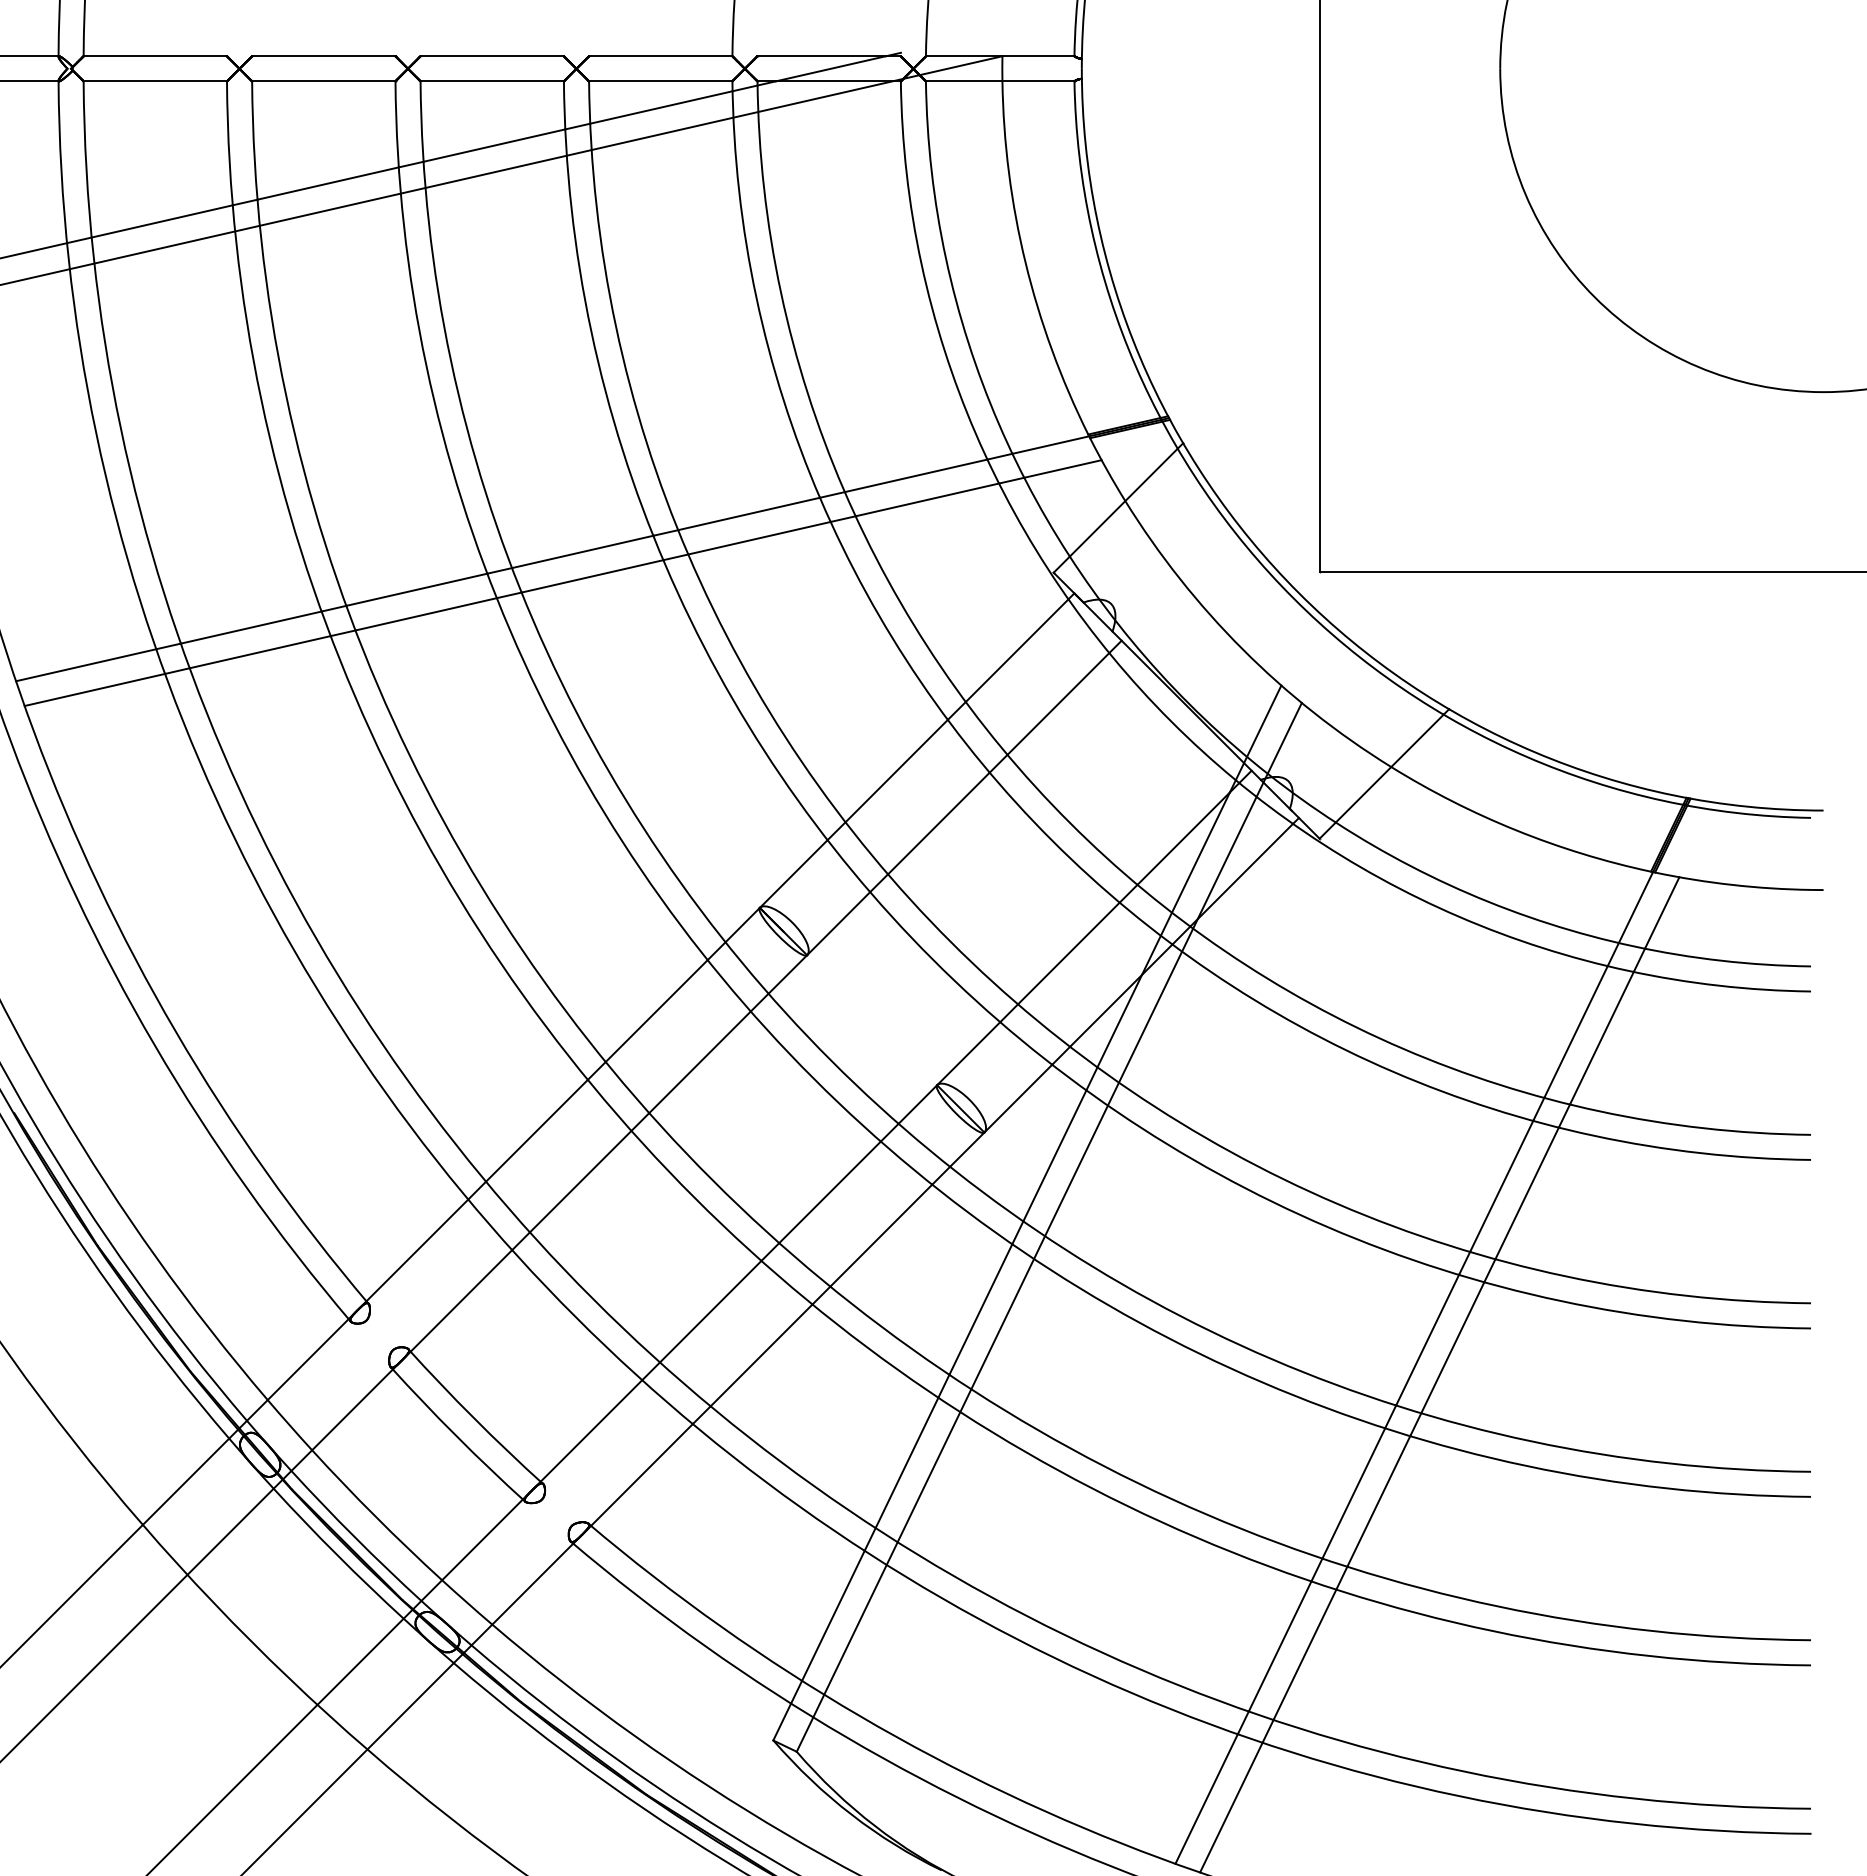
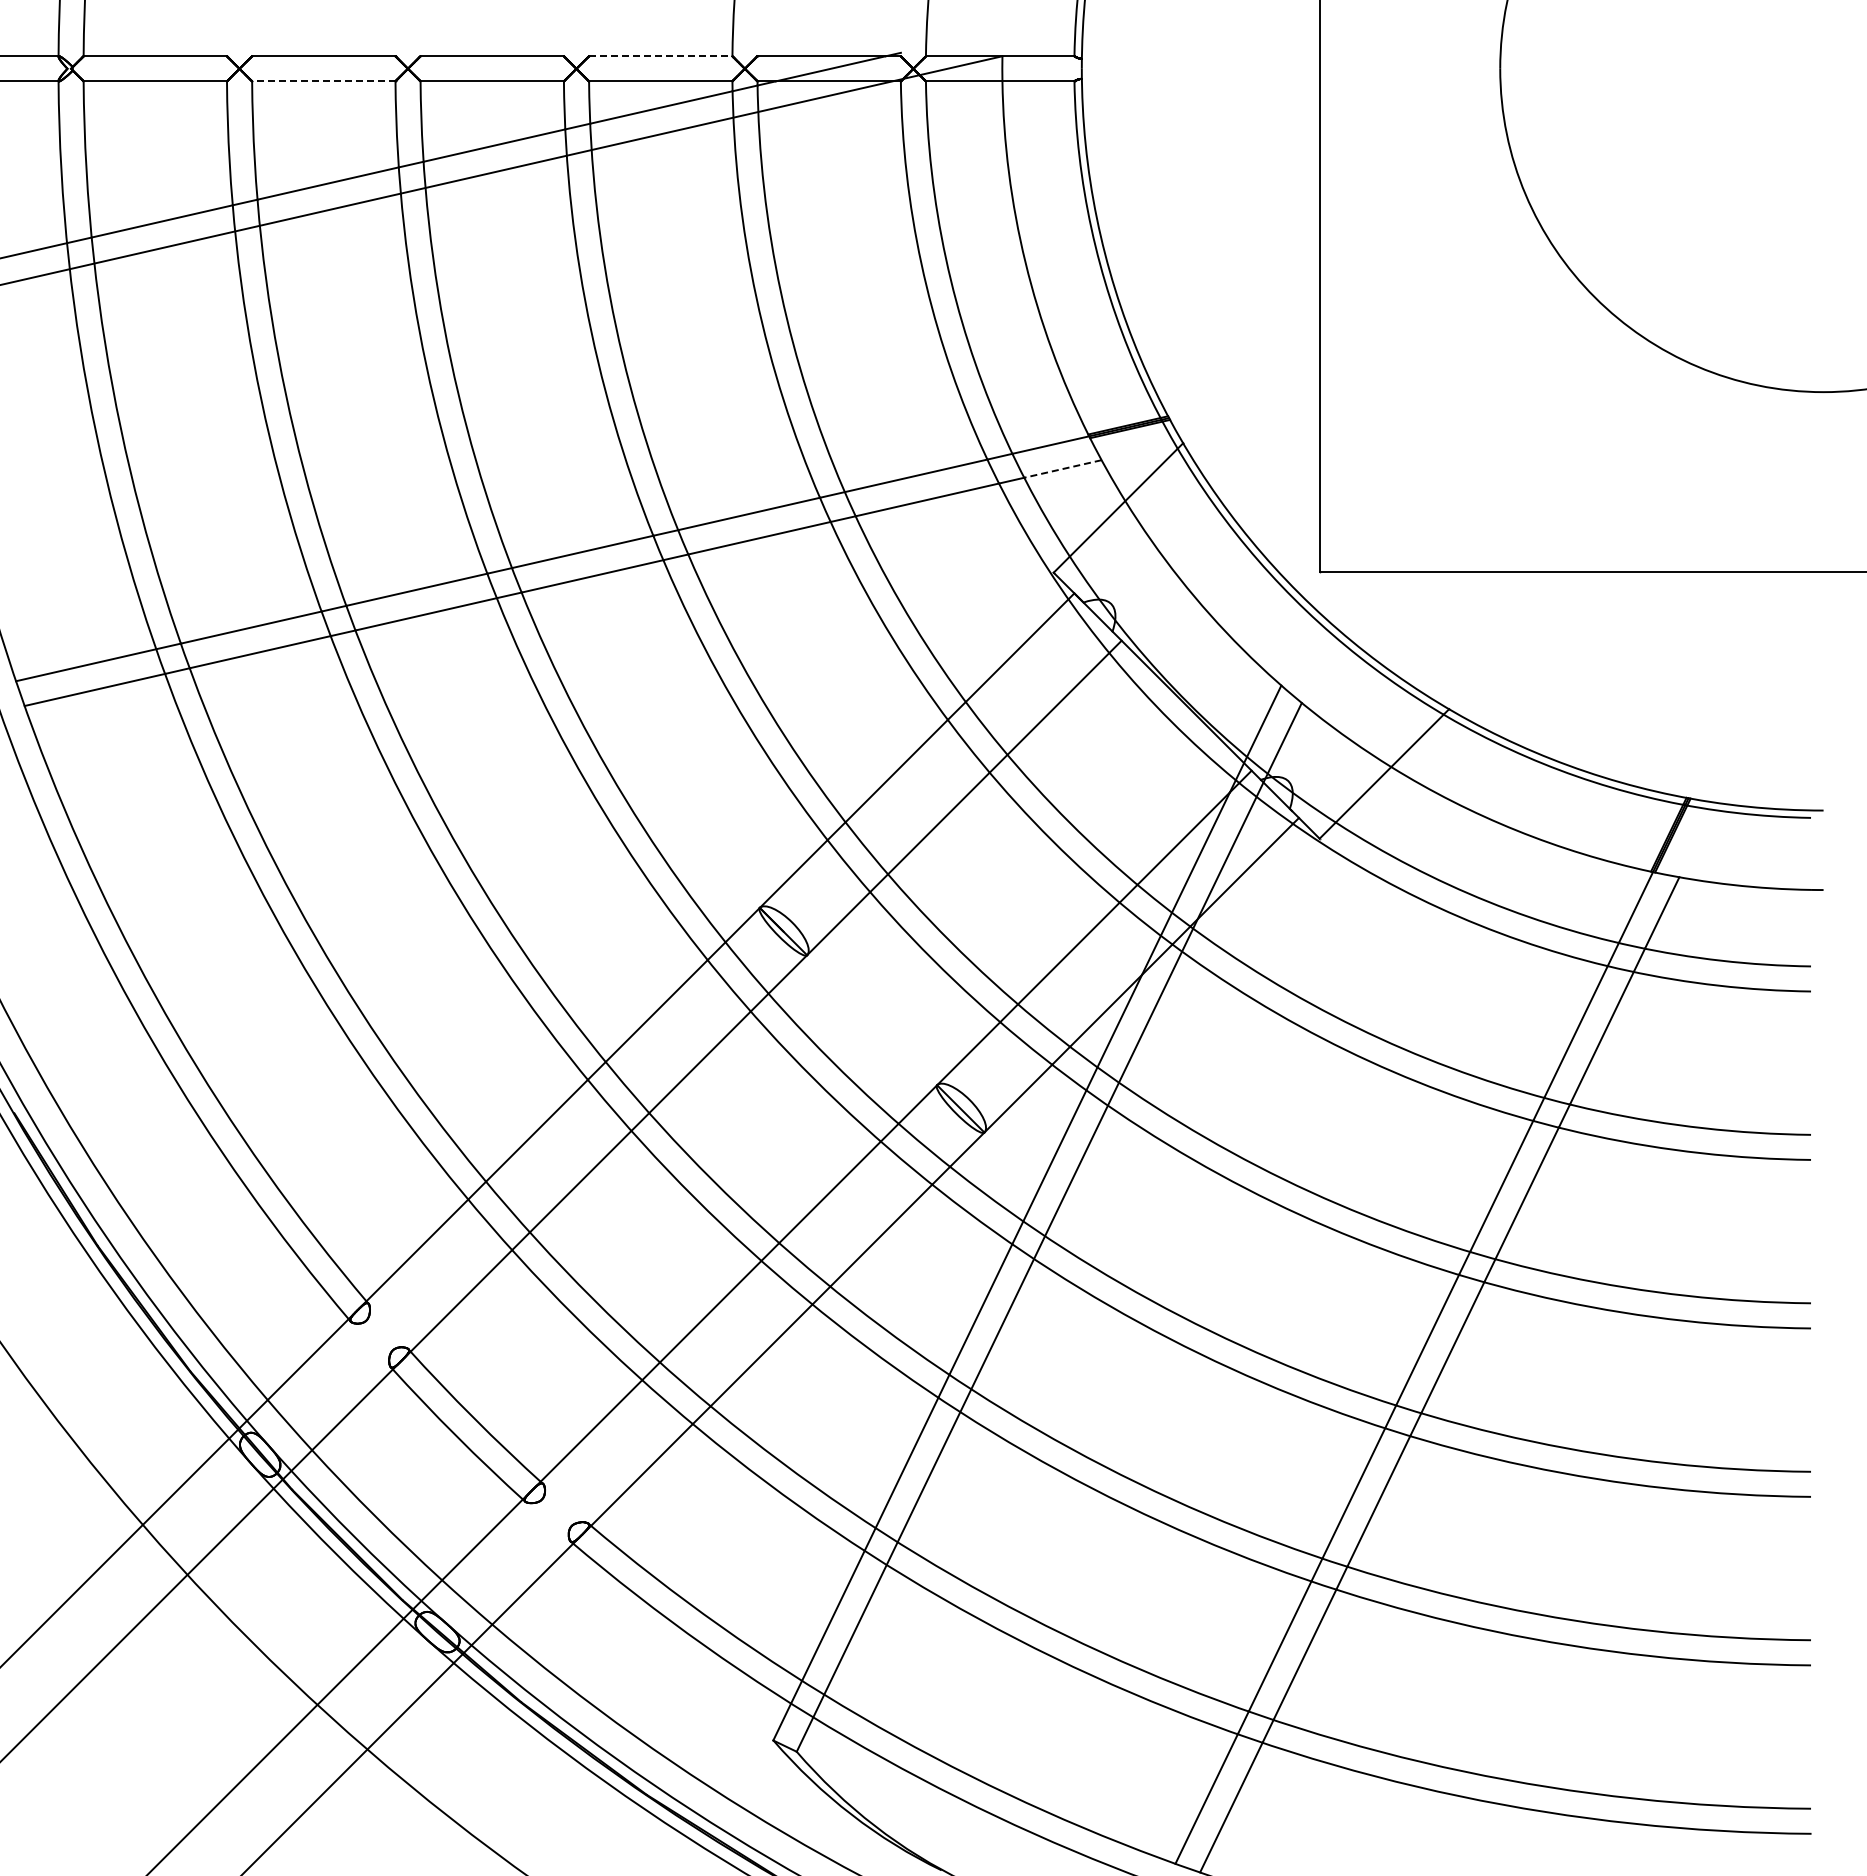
line at (660, 56): solid -> dashed
line at (323, 81): solid -> dashed
line at (1063, 468): solid -> dashed
